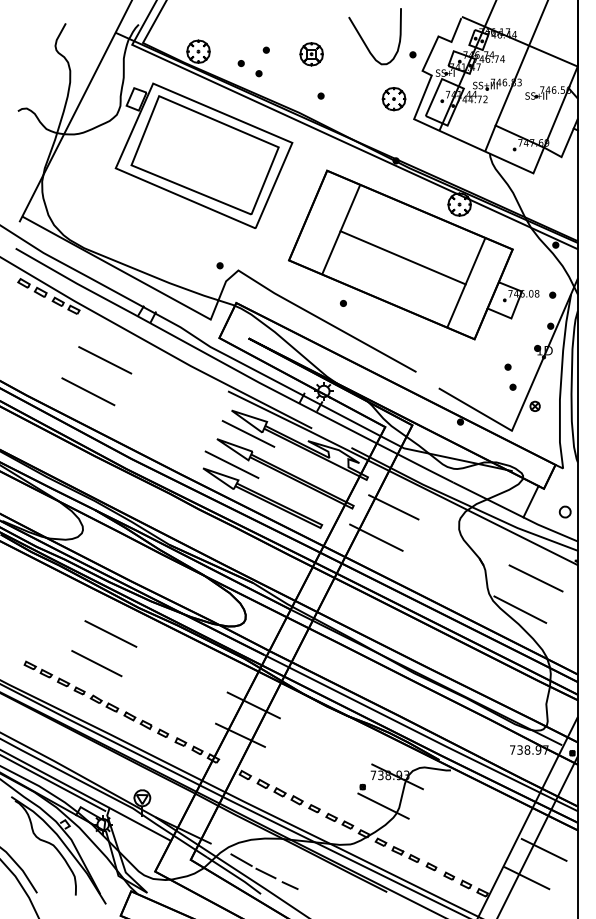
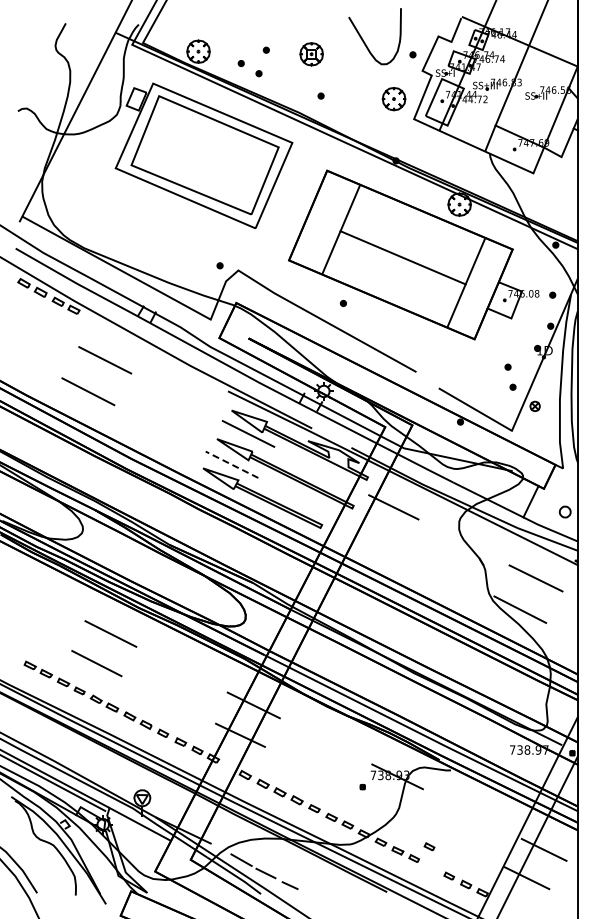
line at (231, 464): solid -> dashed
line at (376, 537): present -> none
line at (383, 805): present -> none
part at (431, 866) position: (431, 866) -> (429, 846)
